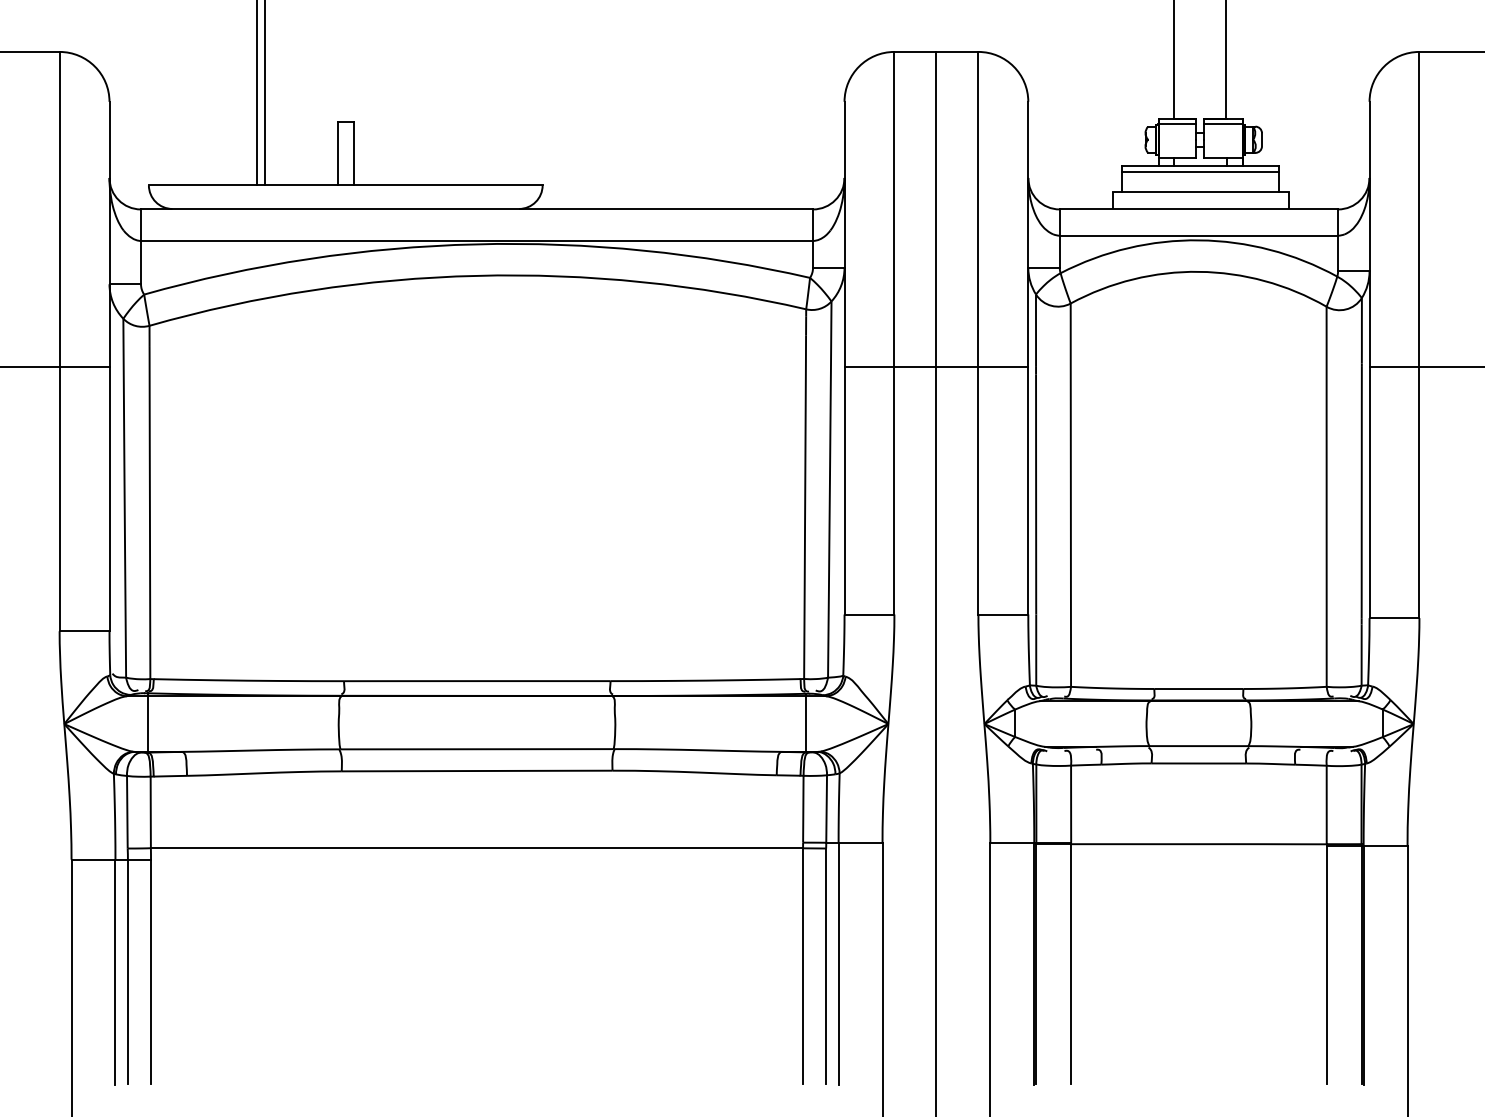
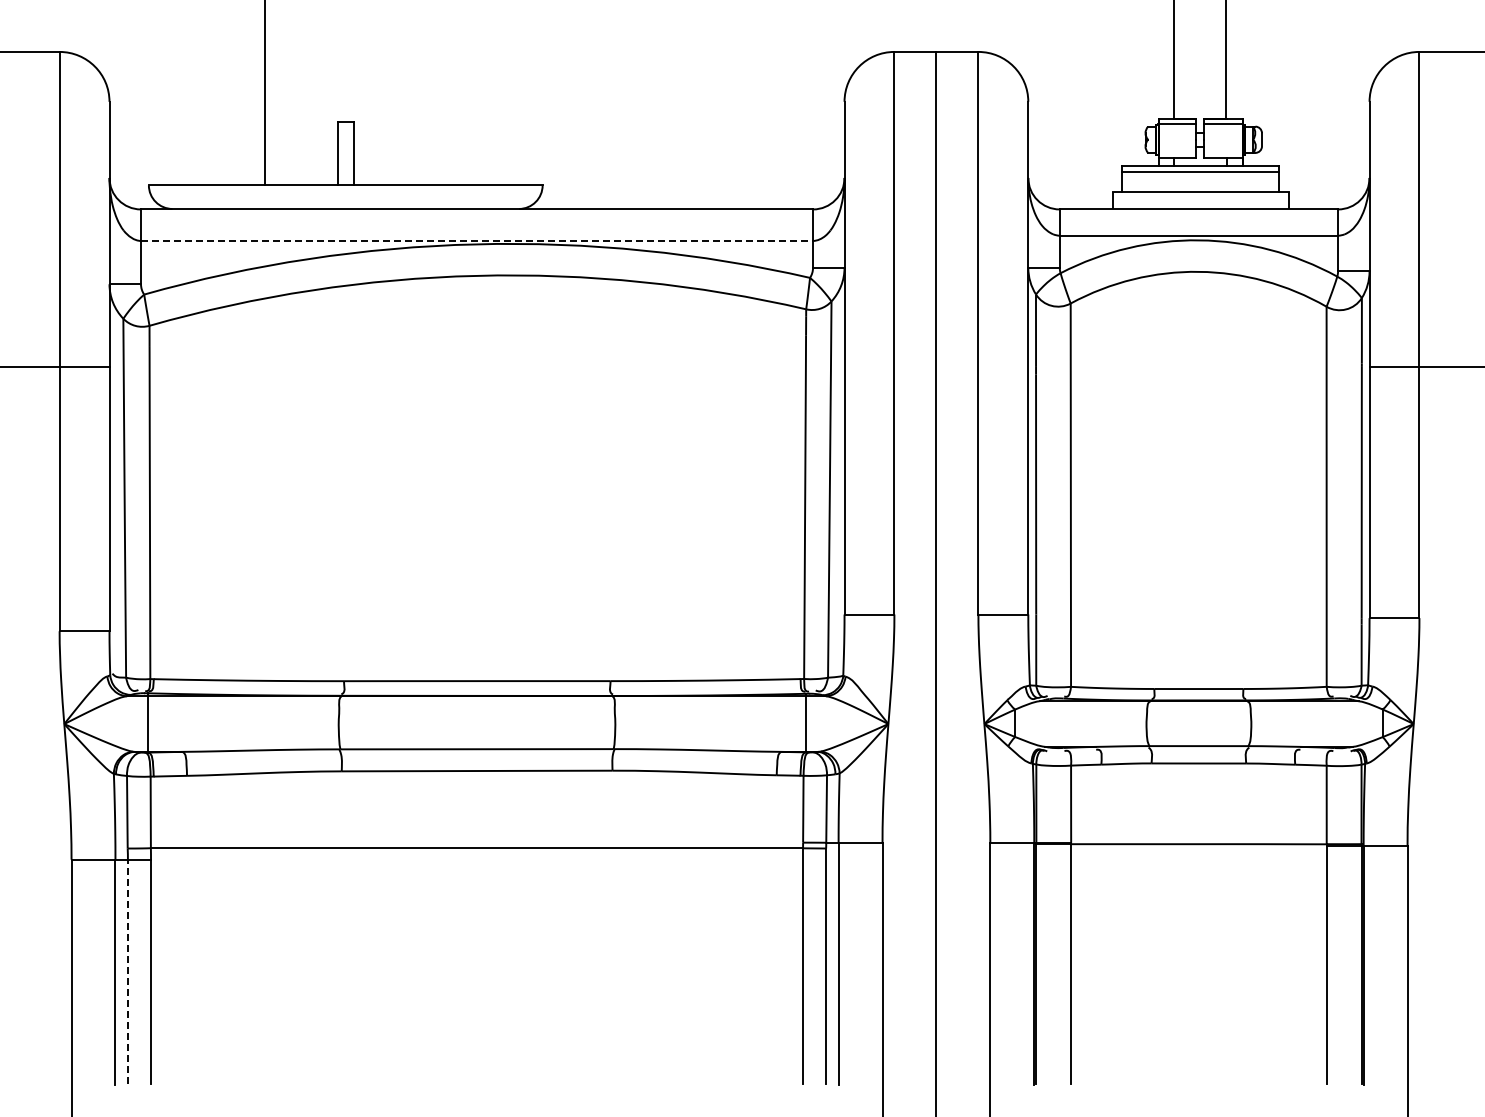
line at (257, 93): present -> none
line at (477, 240): solid -> dashed
line at (936, 366): present -> none
line at (127, 971): solid -> dashed
